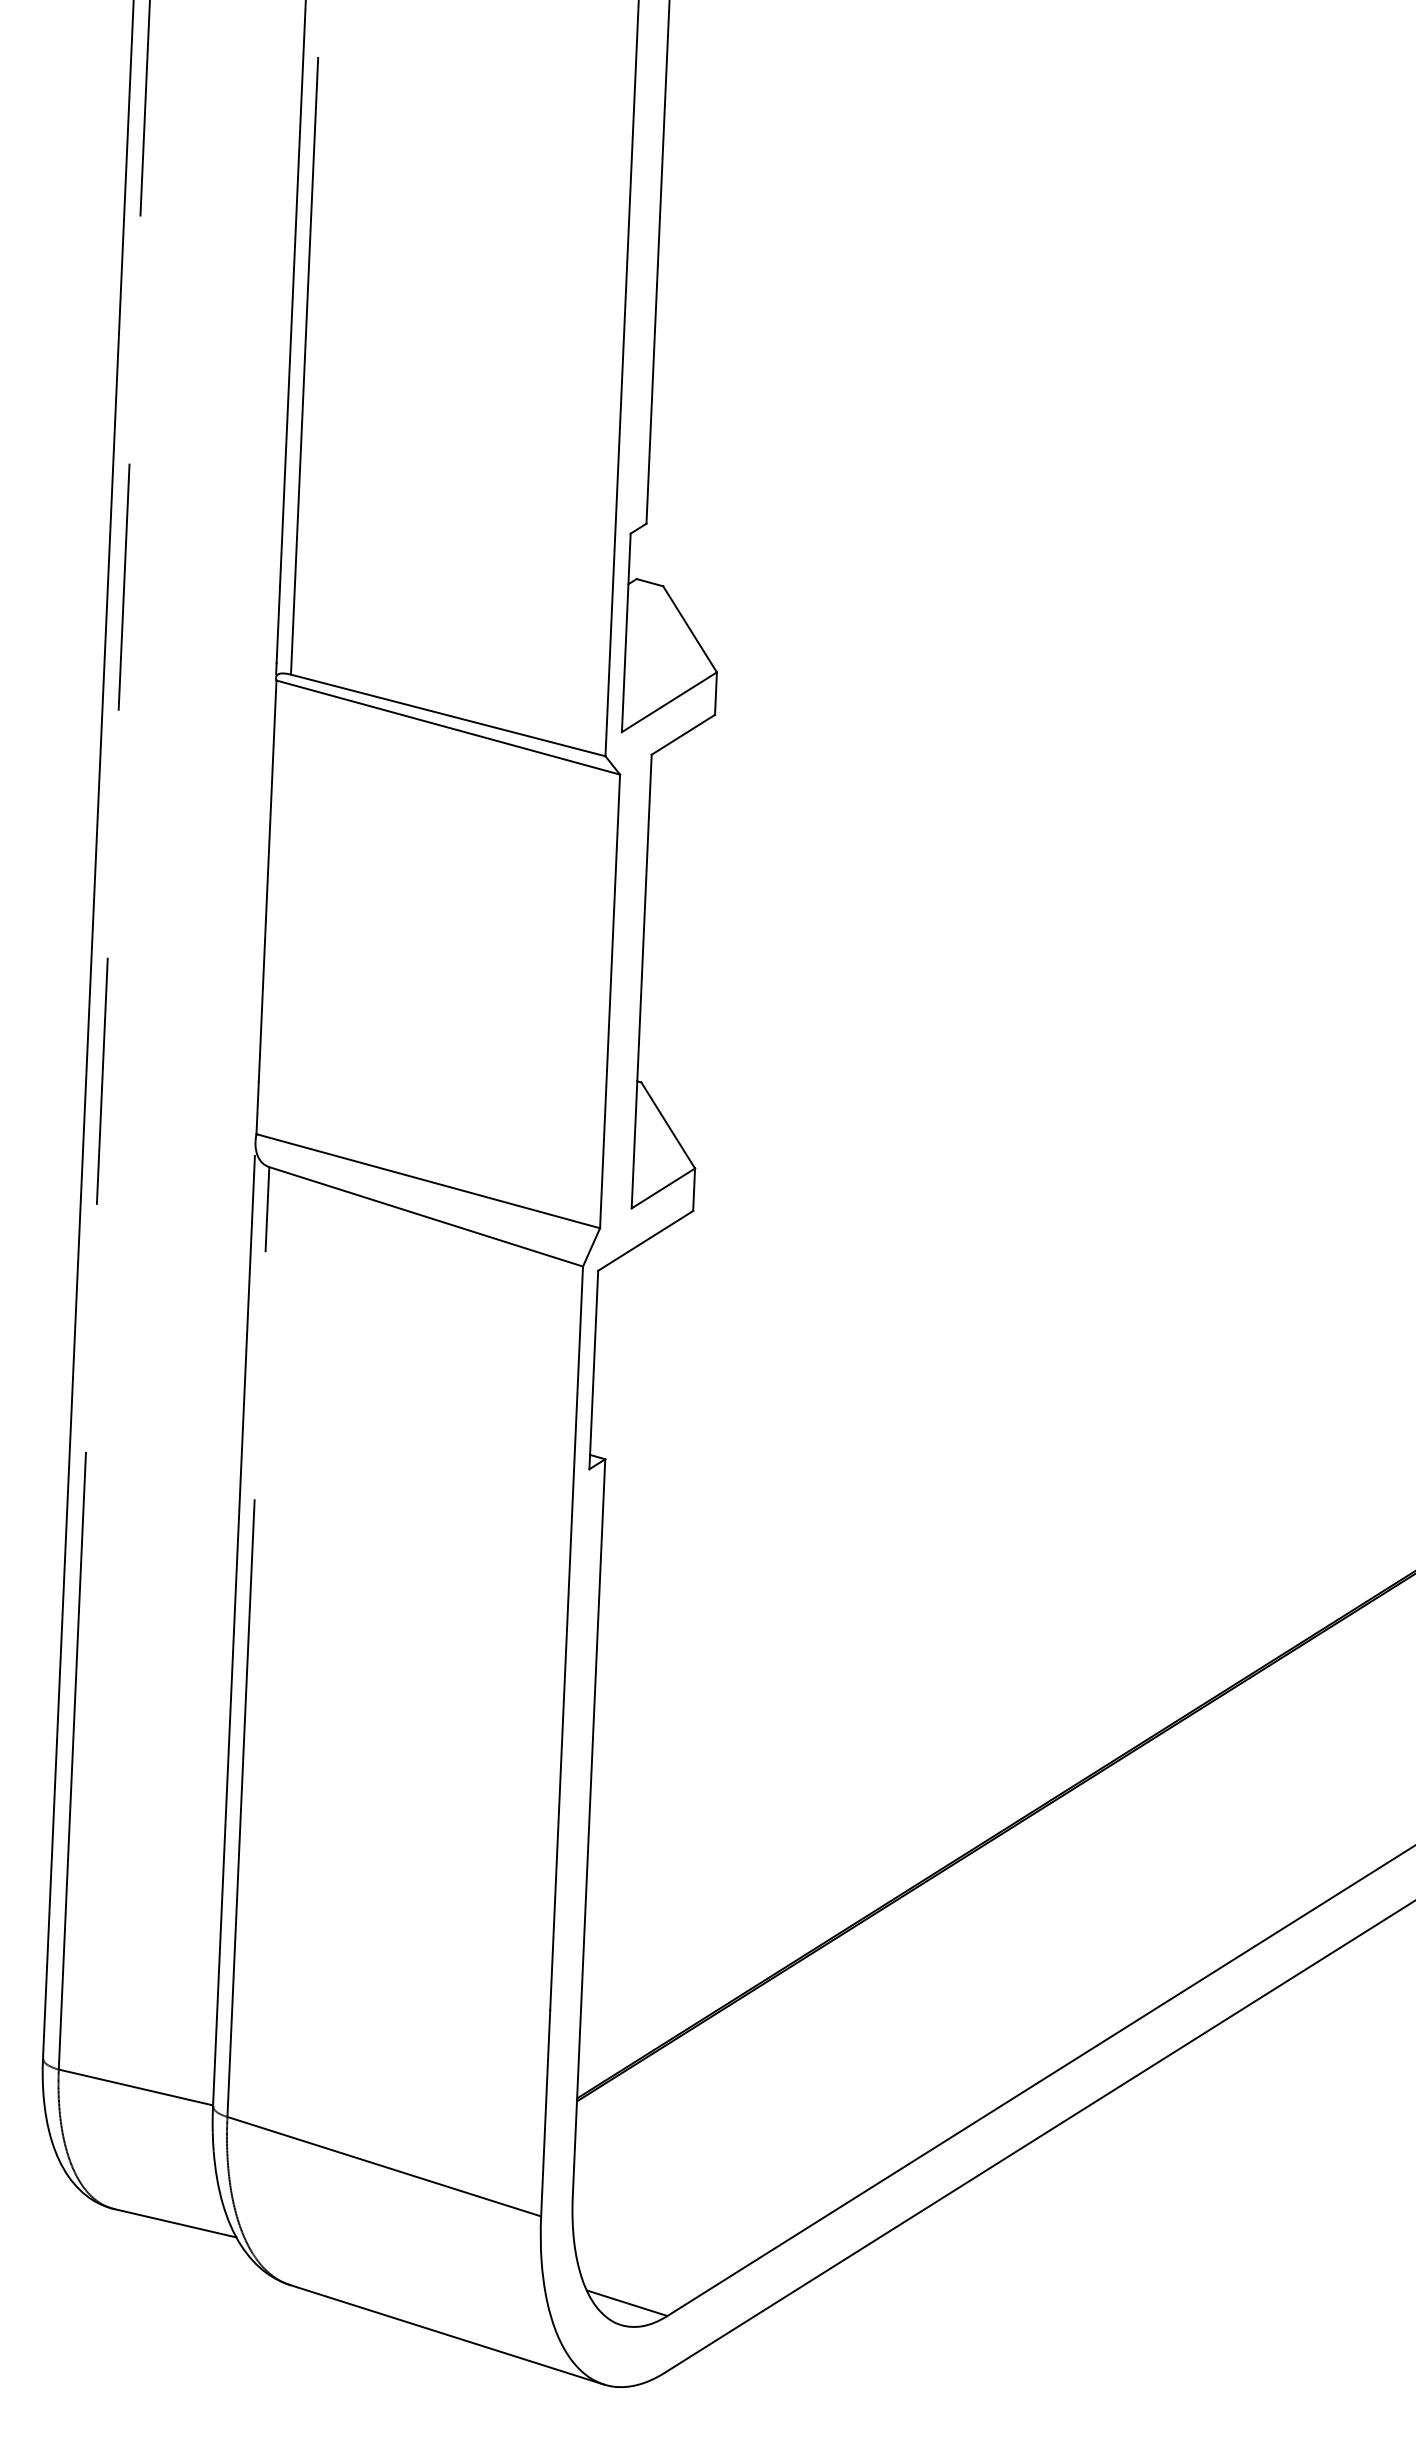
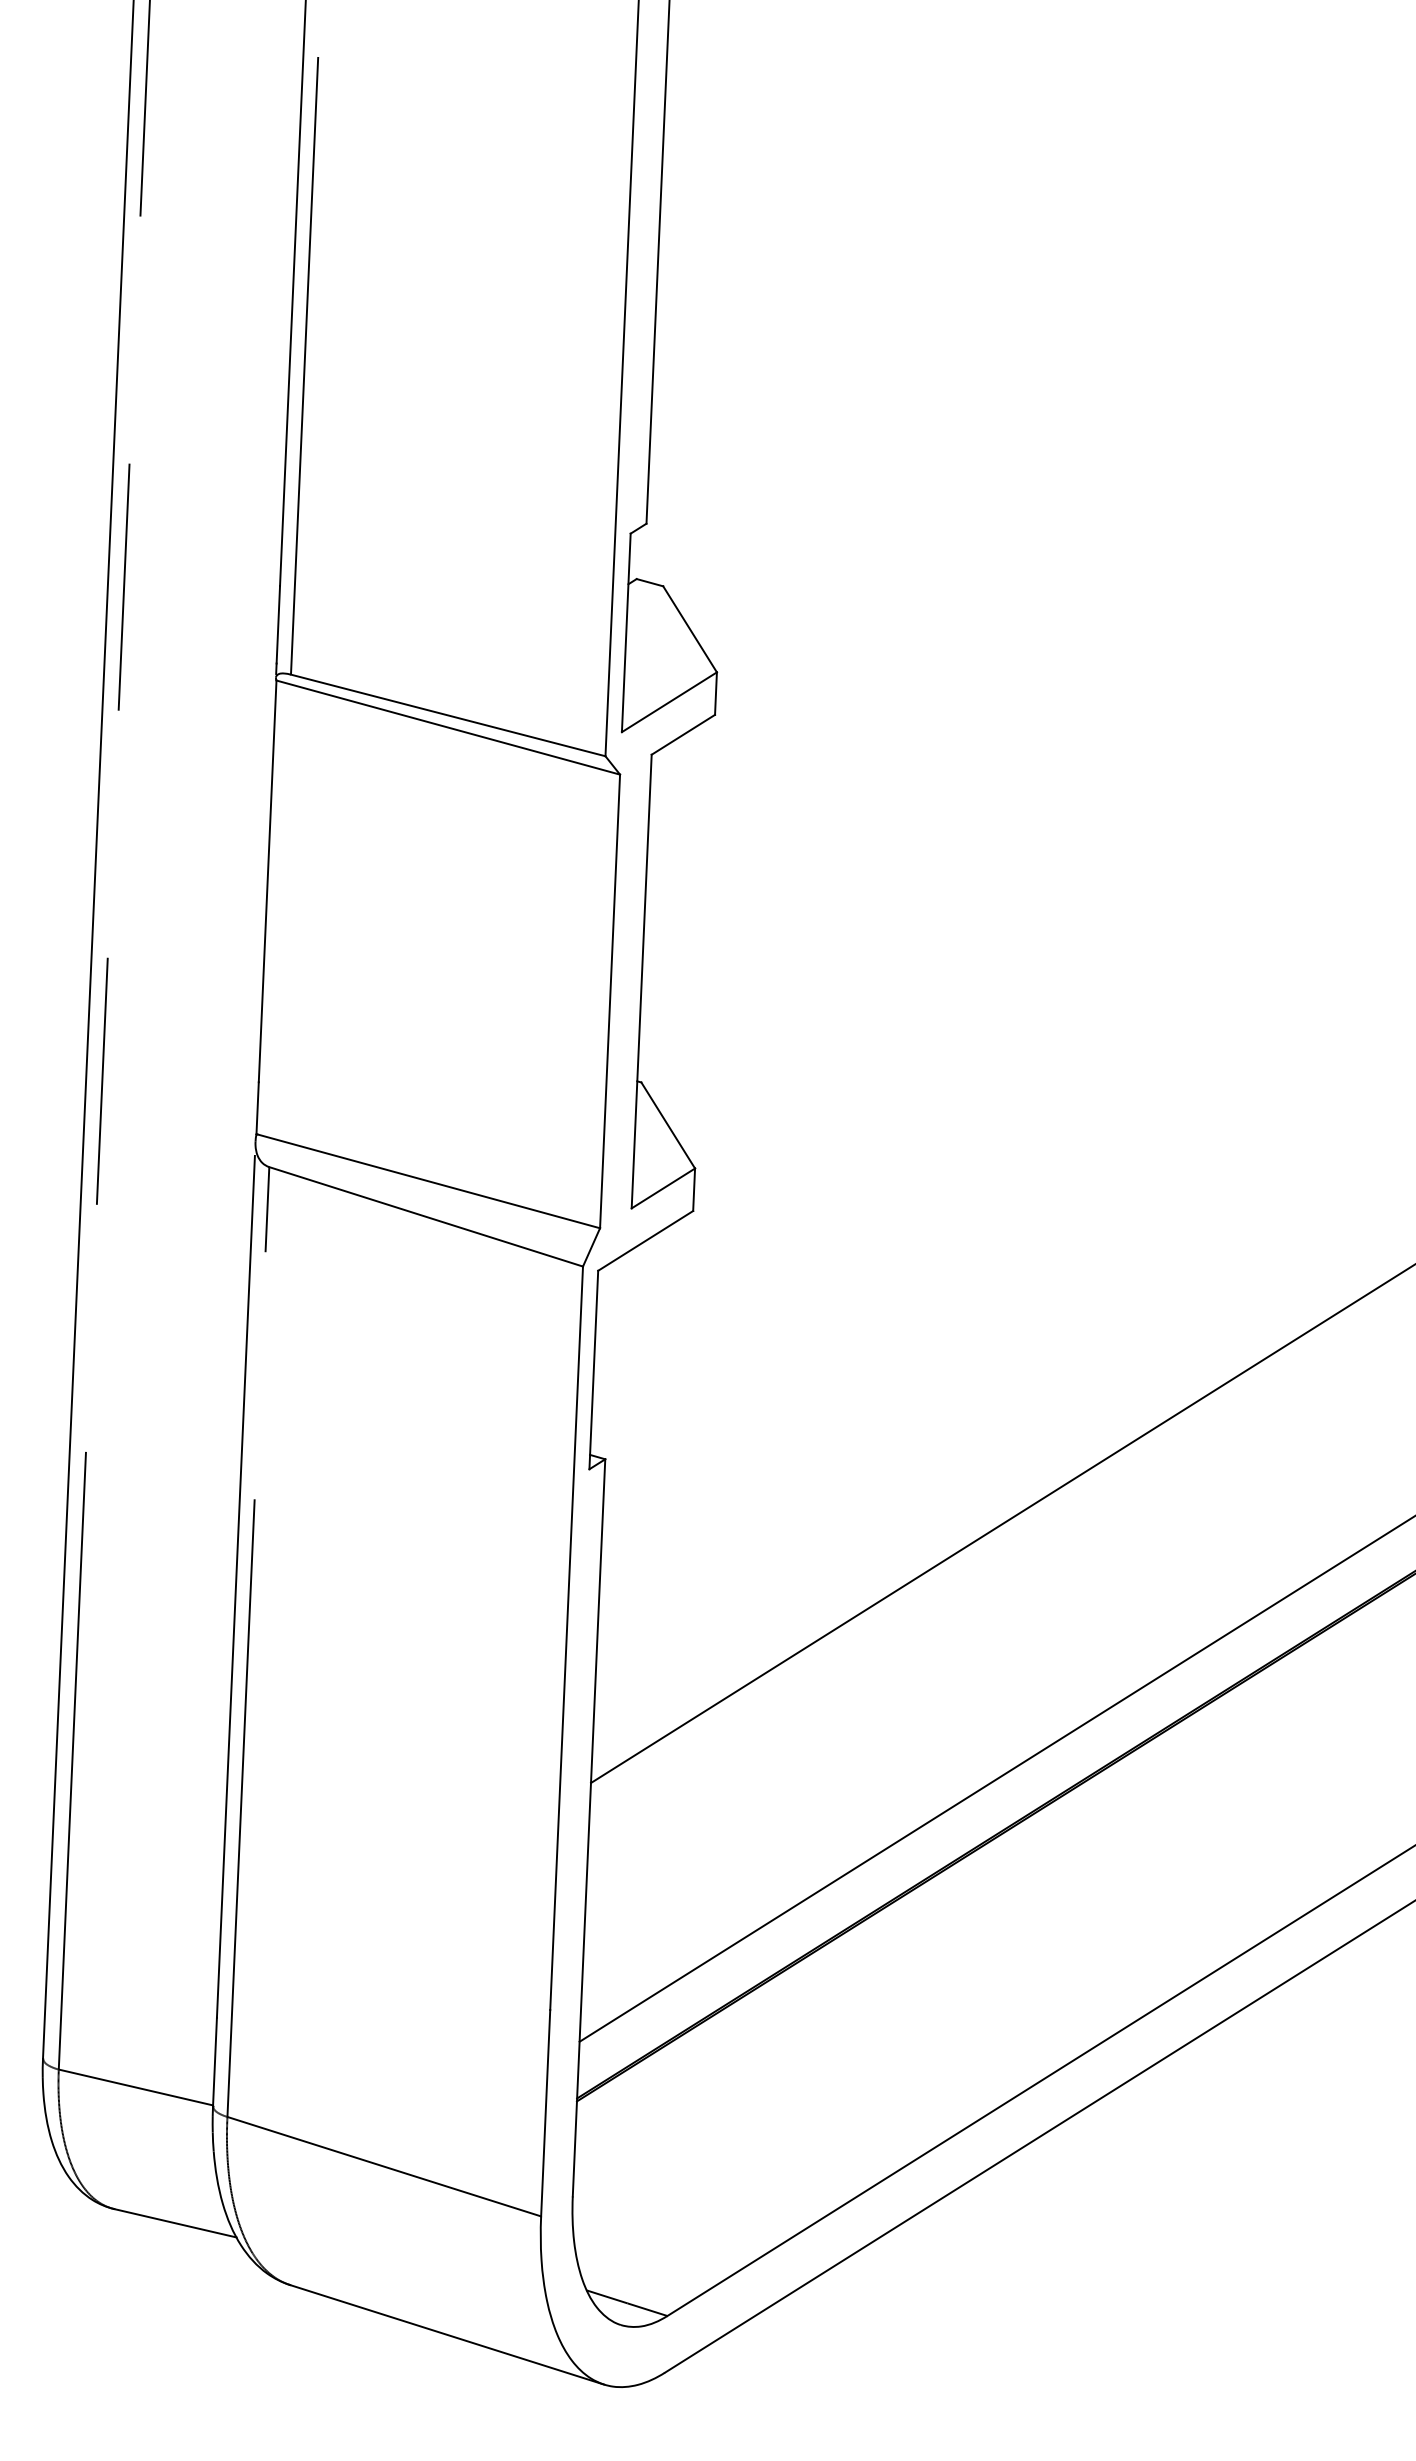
line at (1001, 1524): none -> present
line at (995, 1779): none -> present
